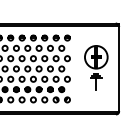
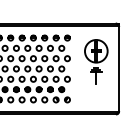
part at (96, 67) position: (96, 67) -> (96, 61)
